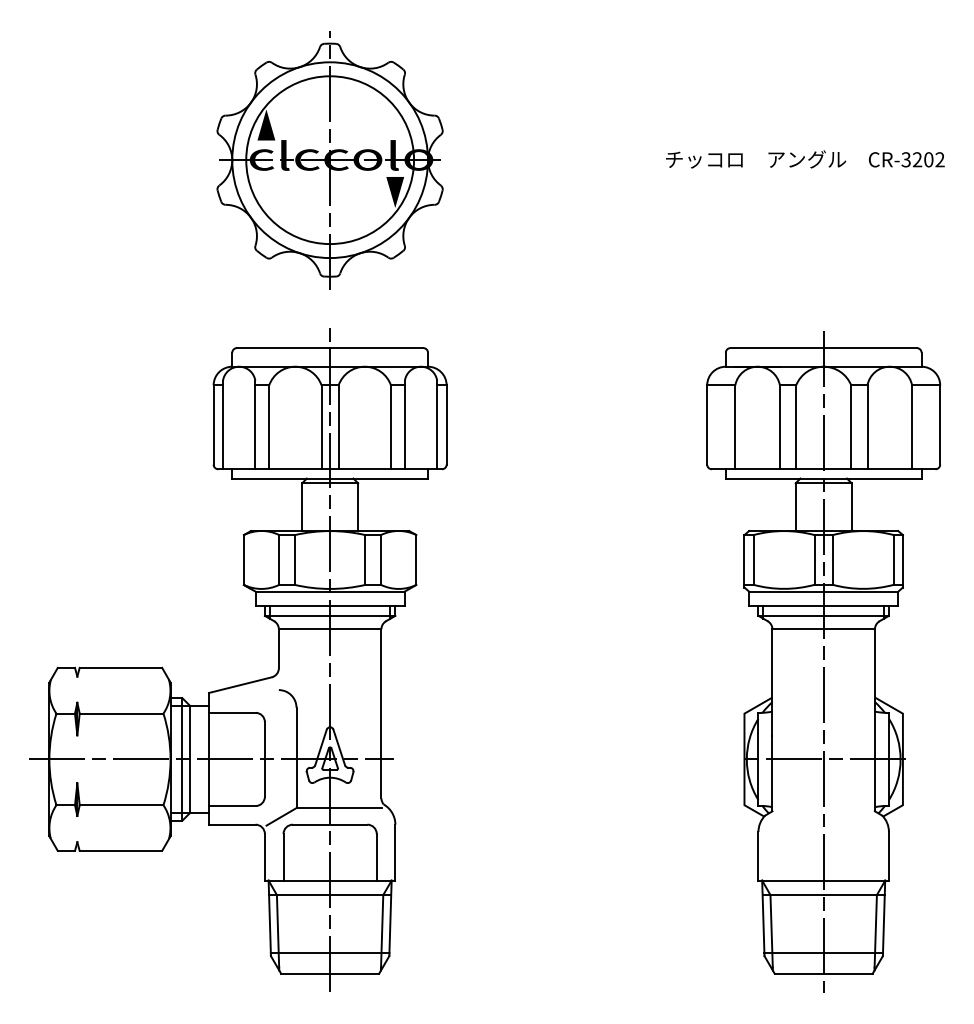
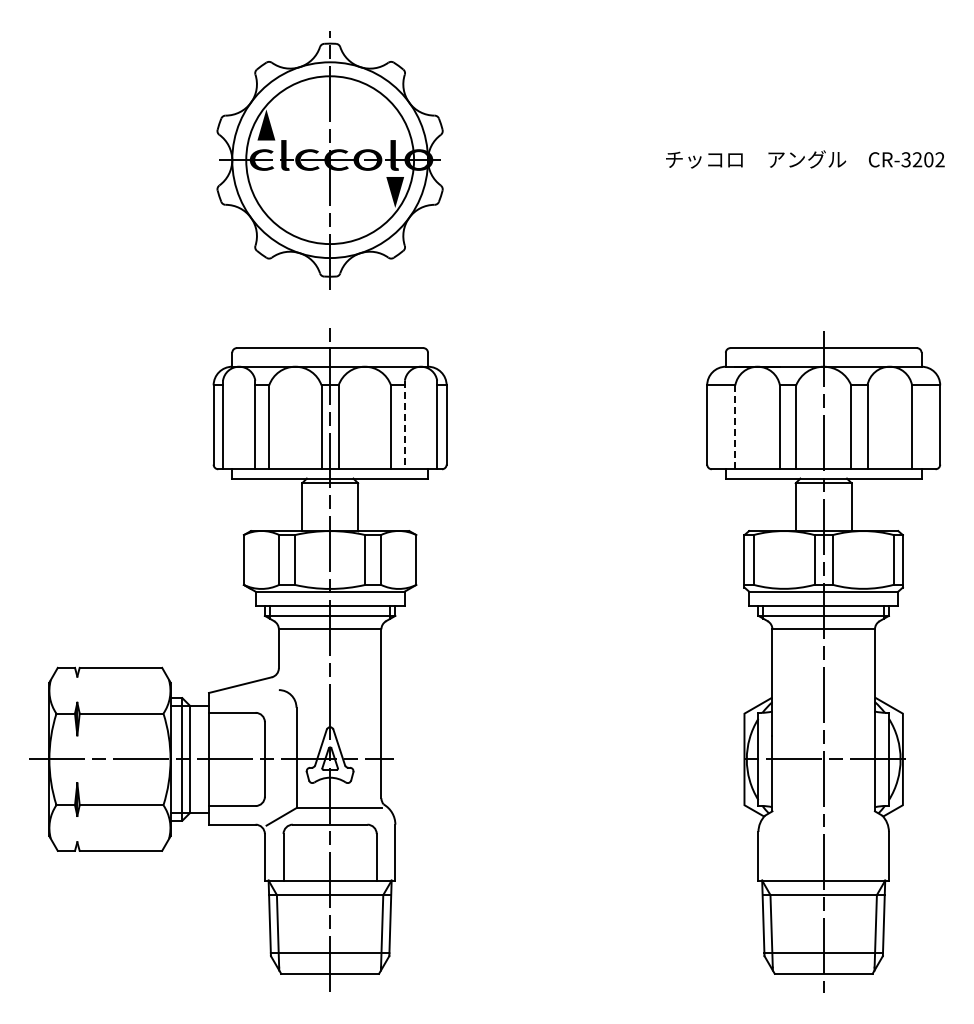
line at (404, 425): solid -> dashed
line at (735, 427): solid -> dashed
